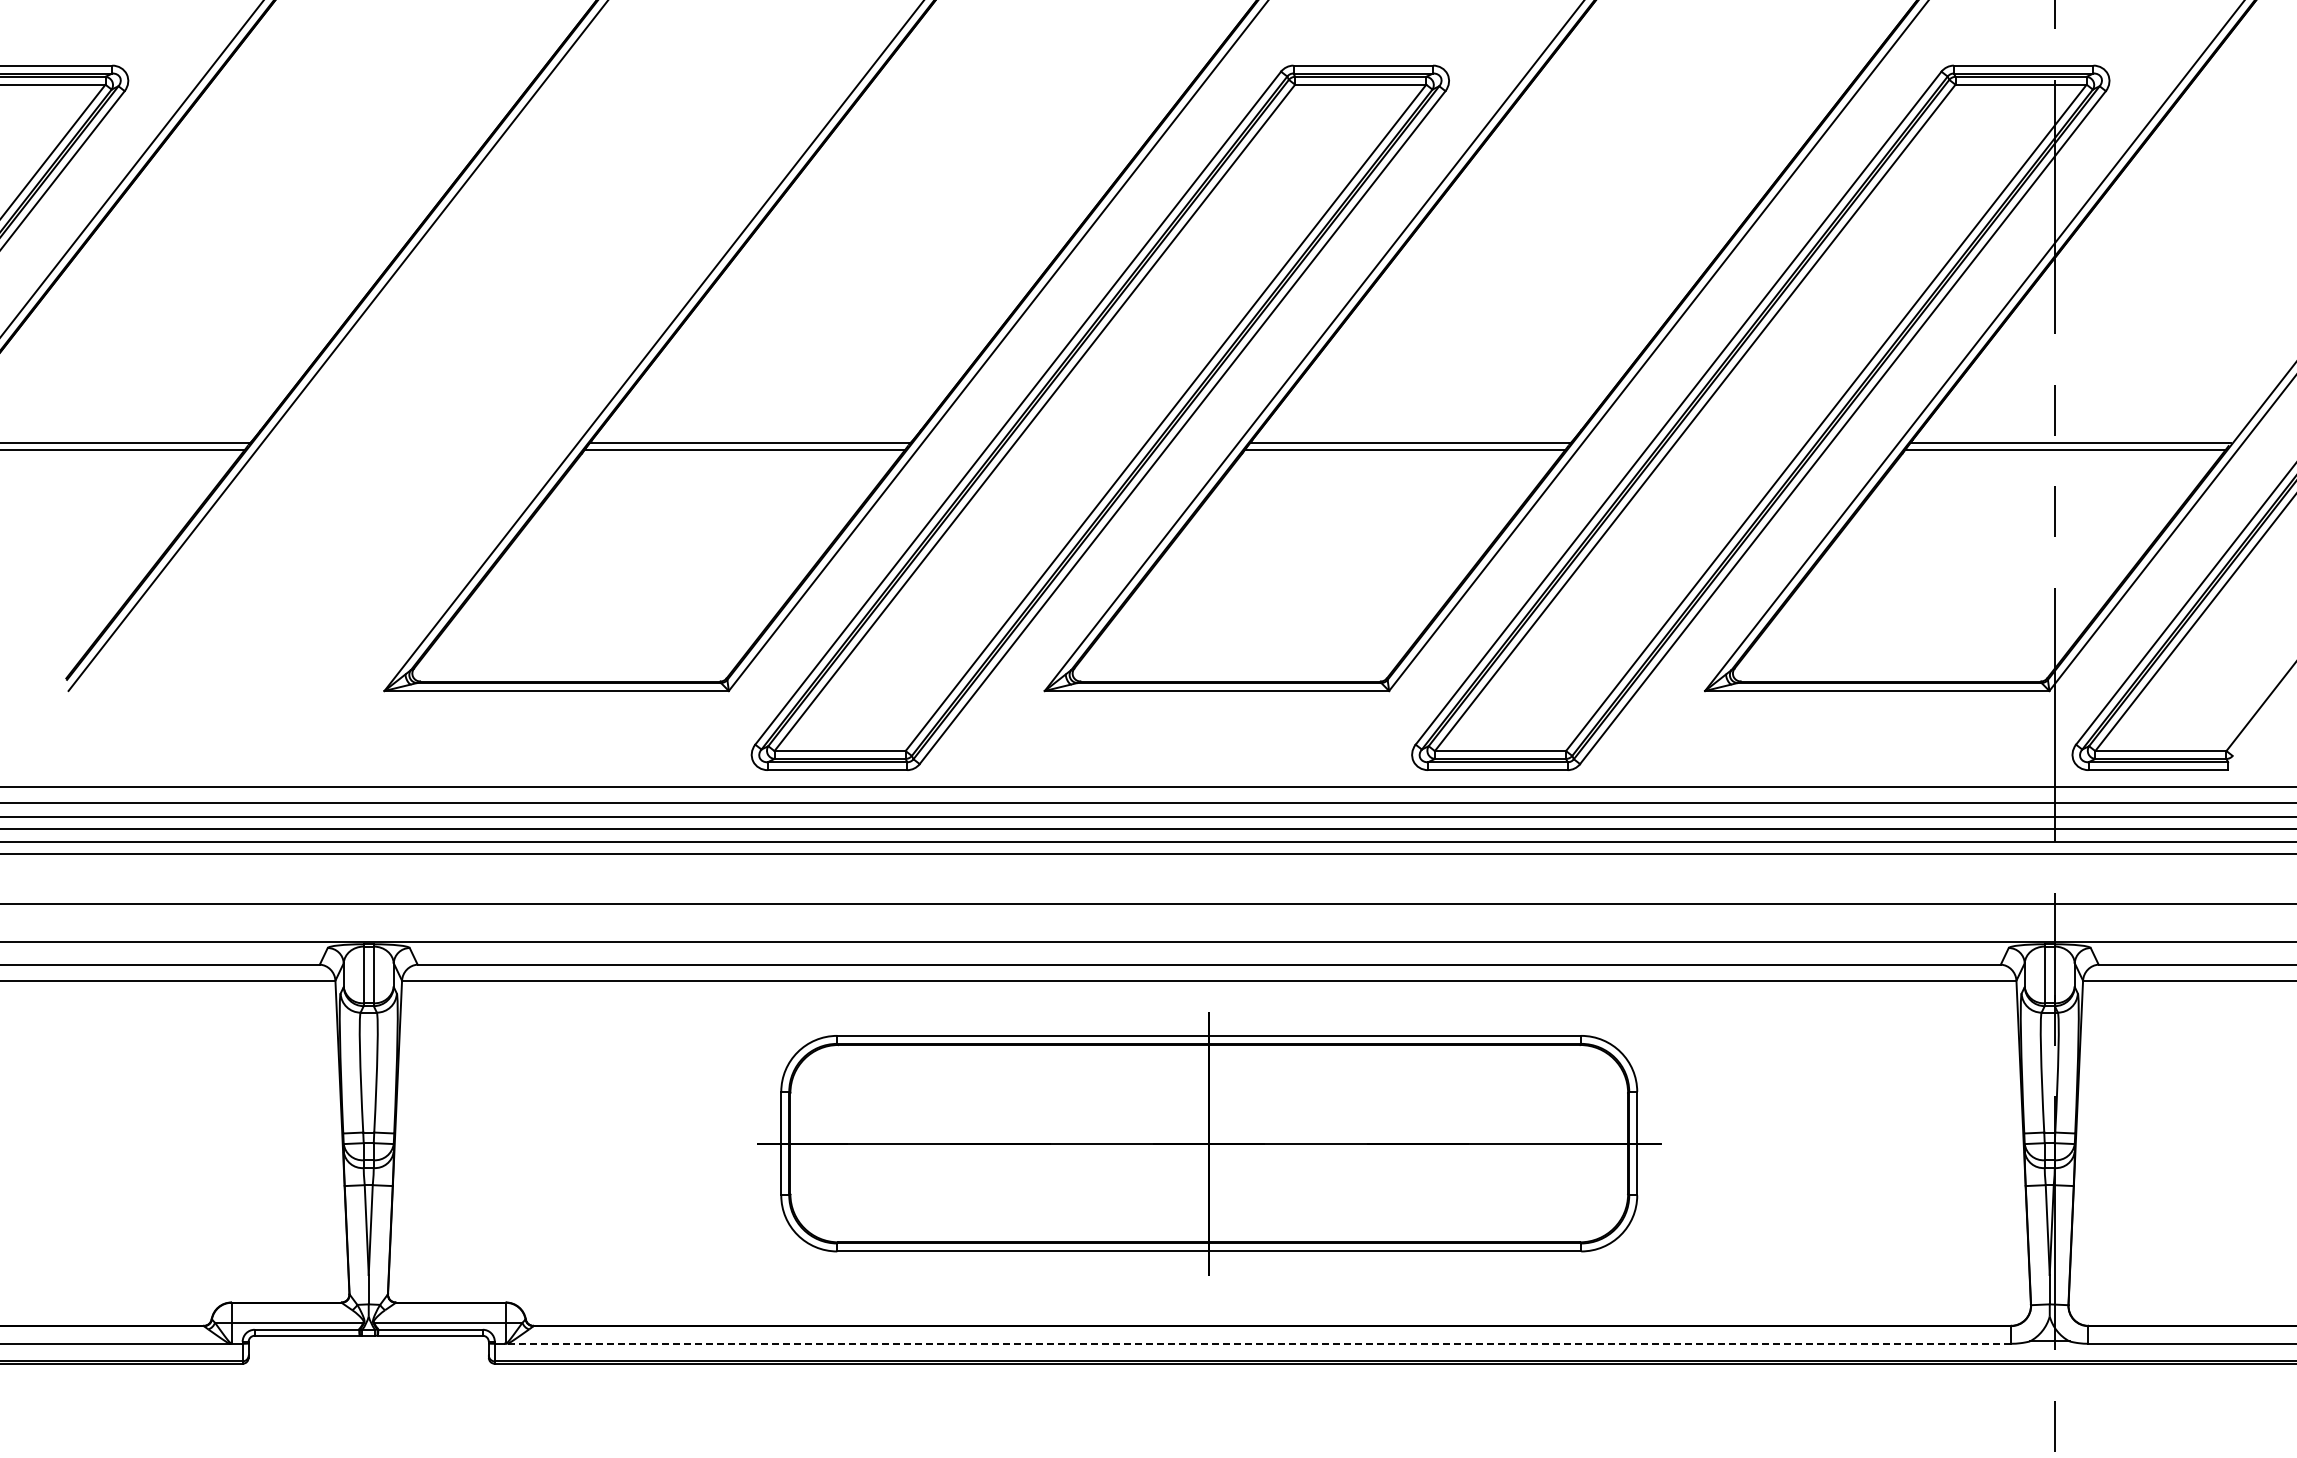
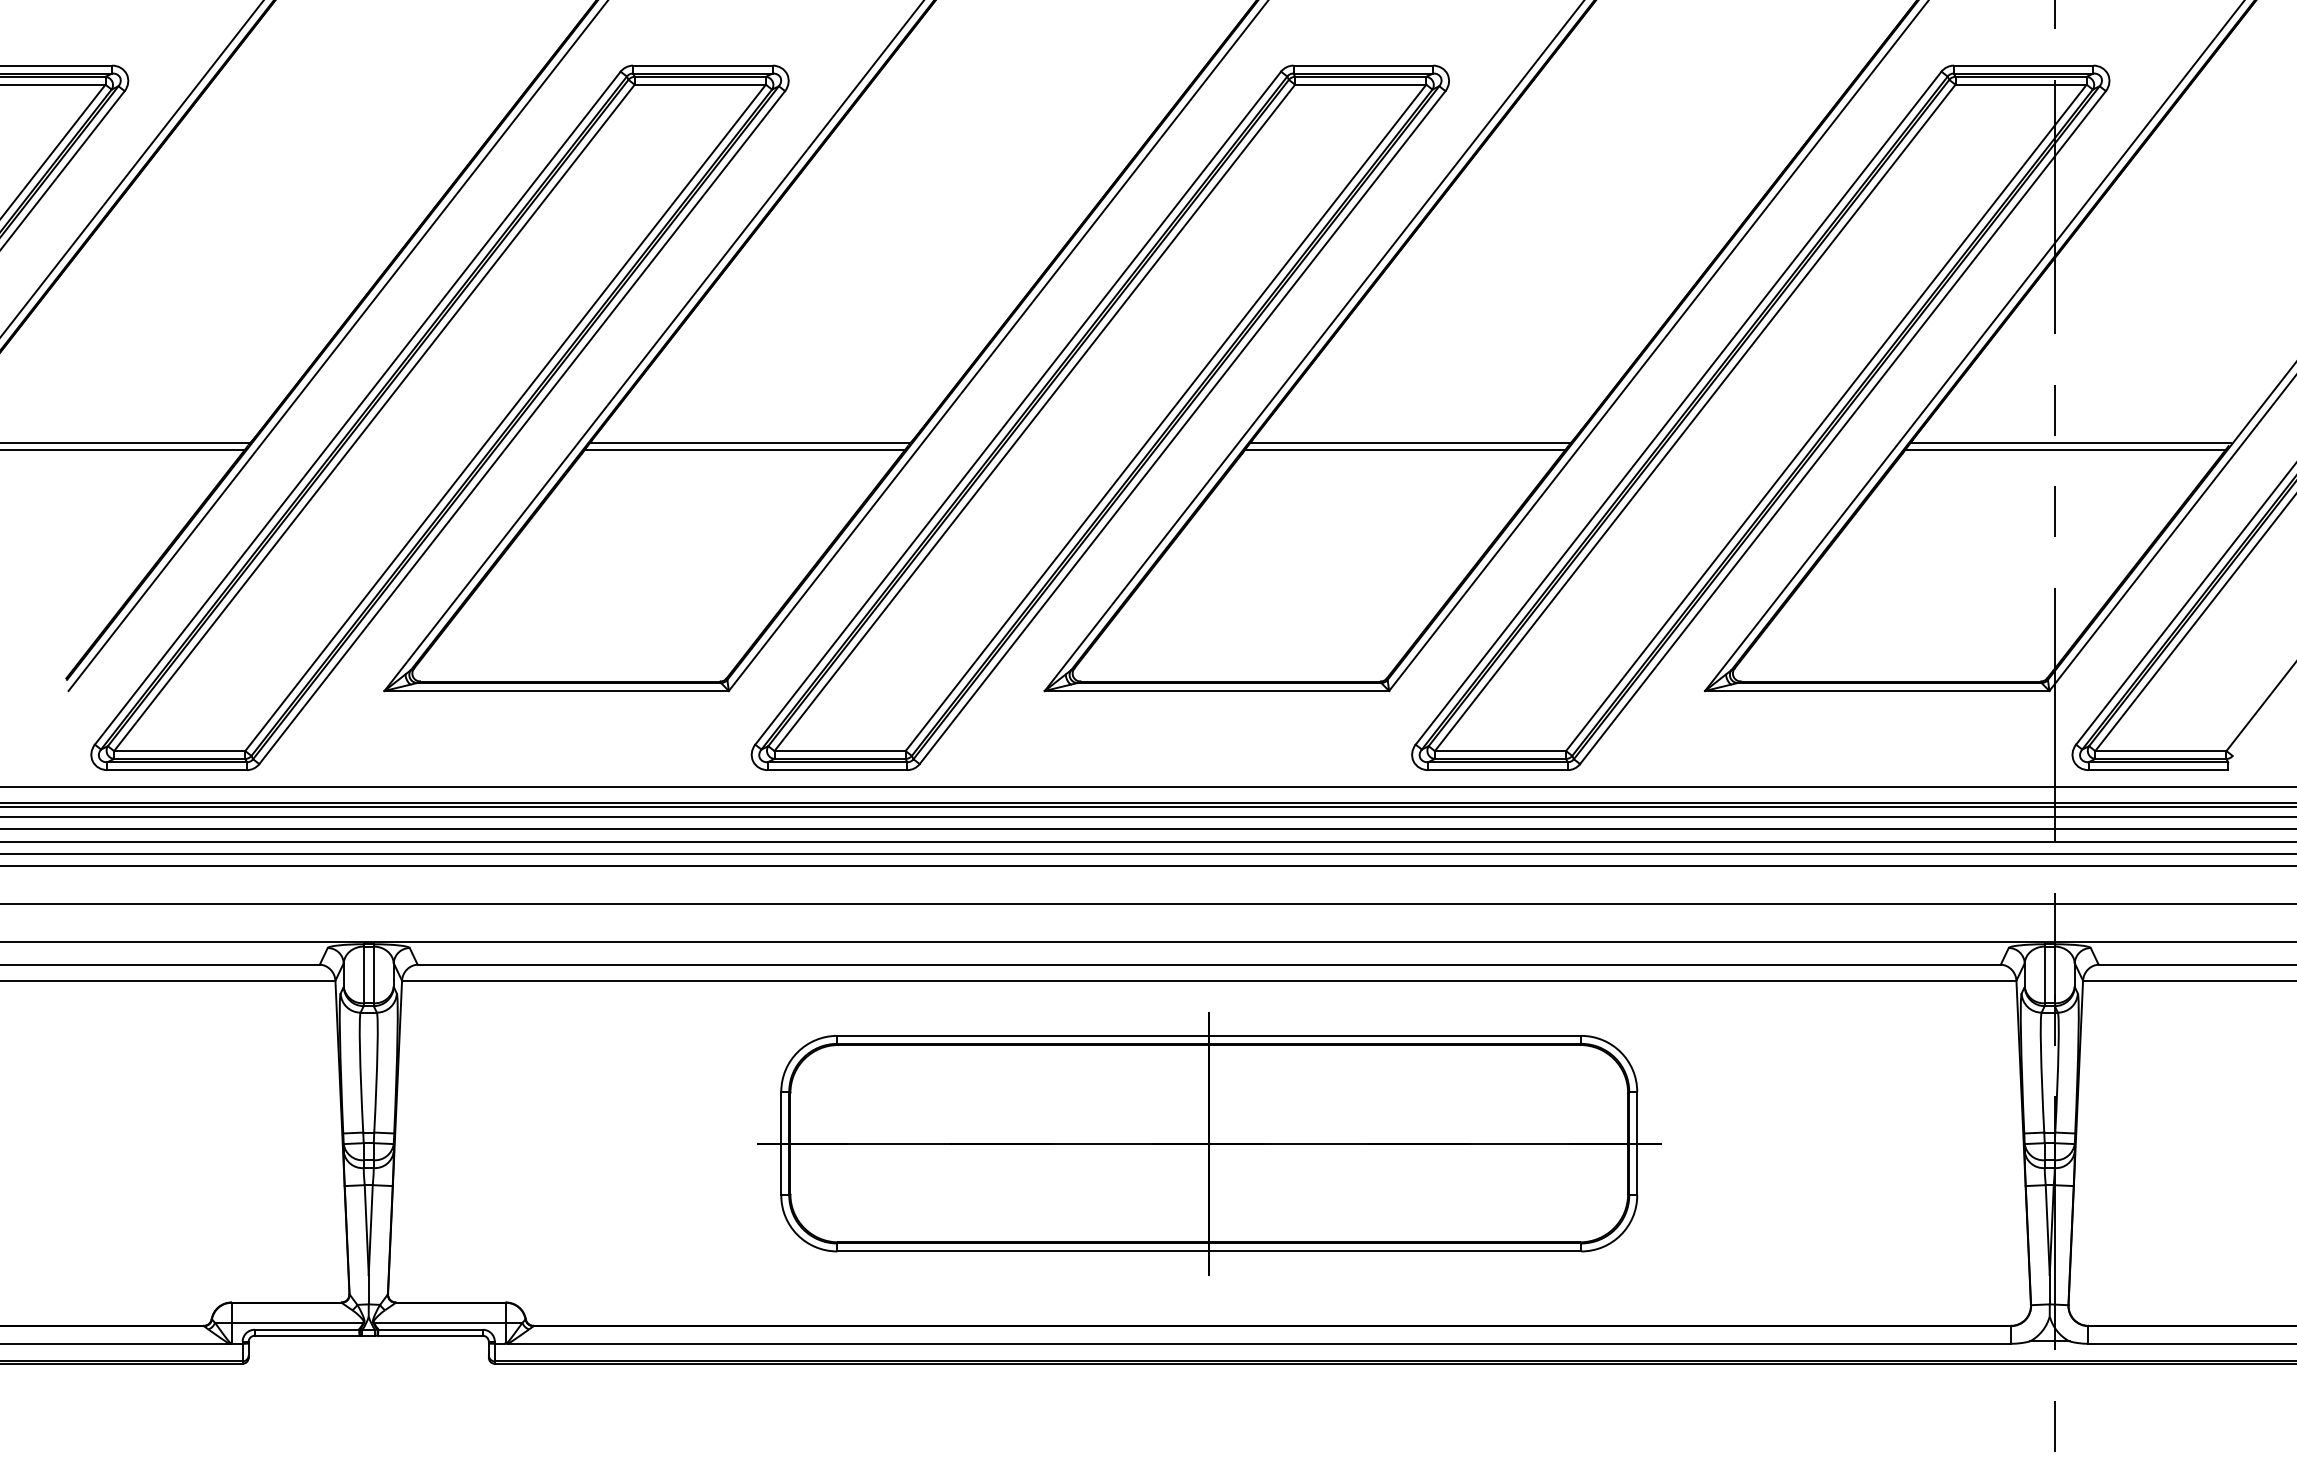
part at (439, 417): none -> present
line at (1147, 806): none -> present
line at (1147, 865): none -> present
line at (1259, 1343): dashed -> solid
